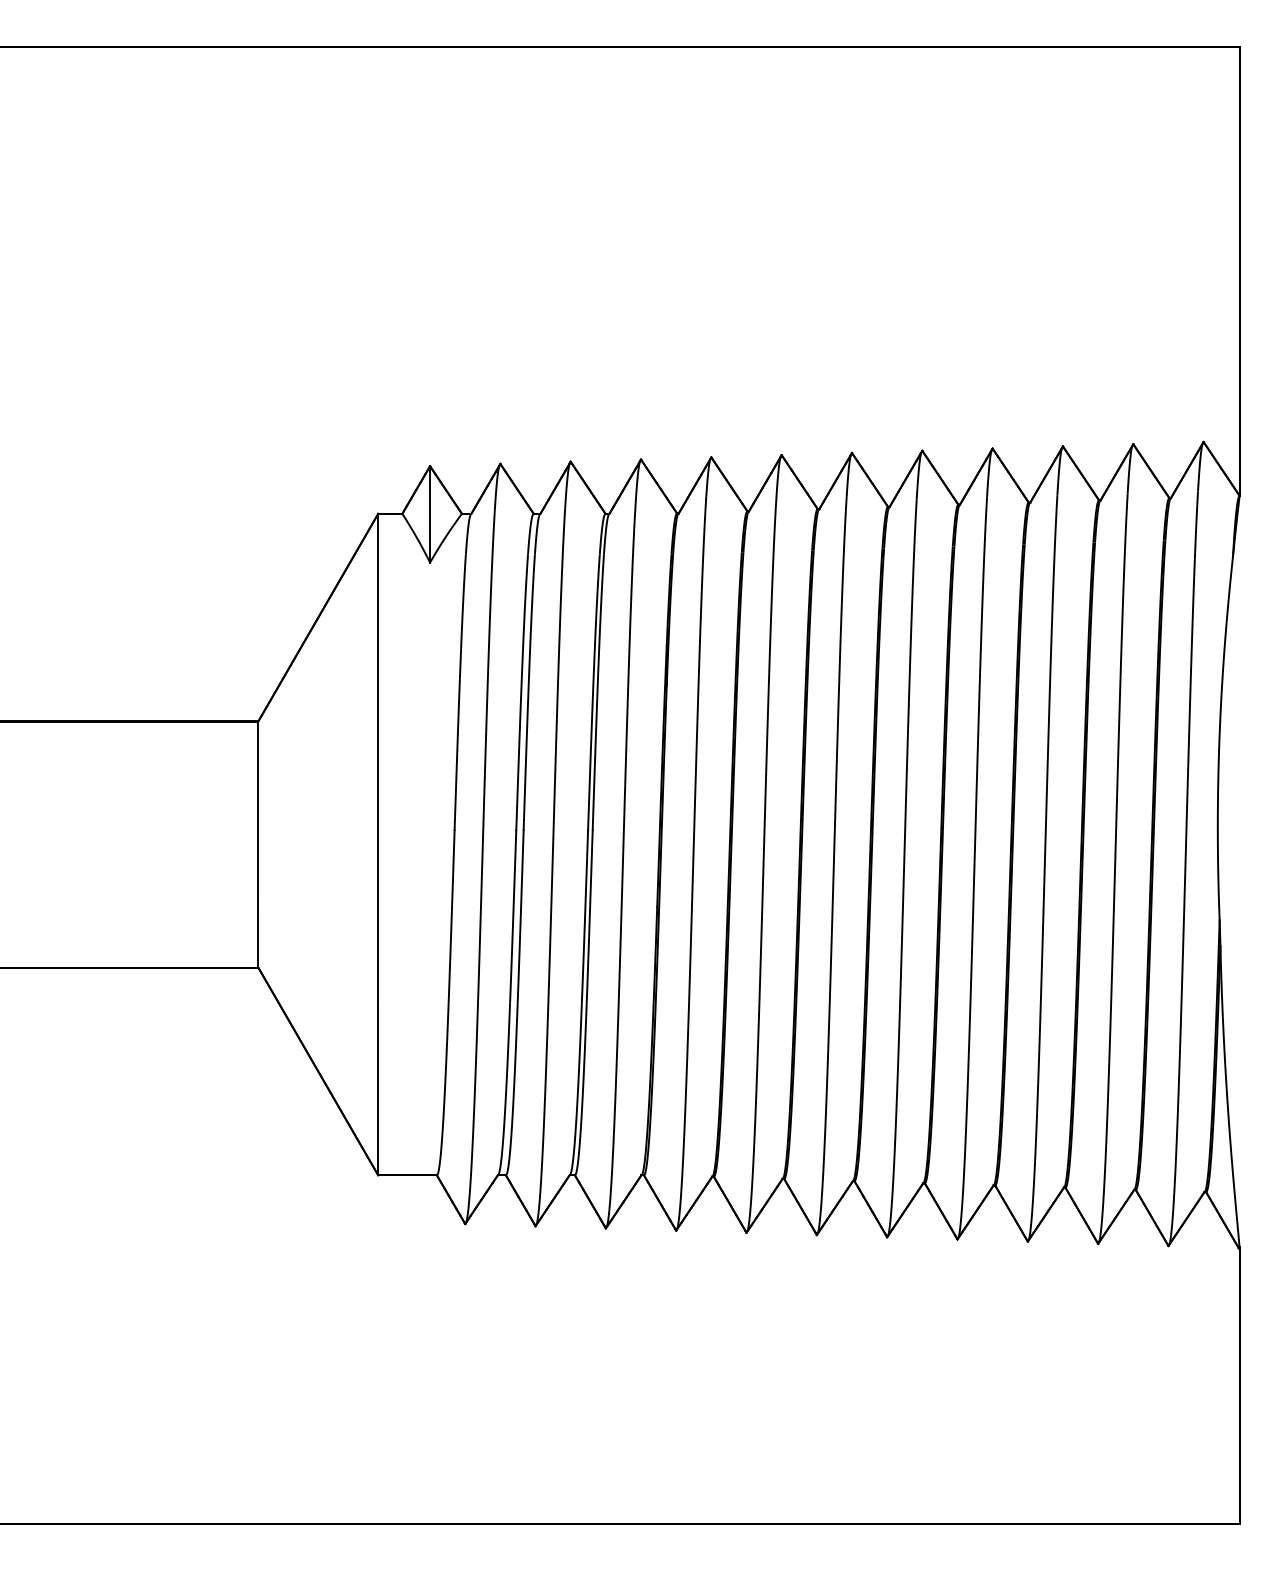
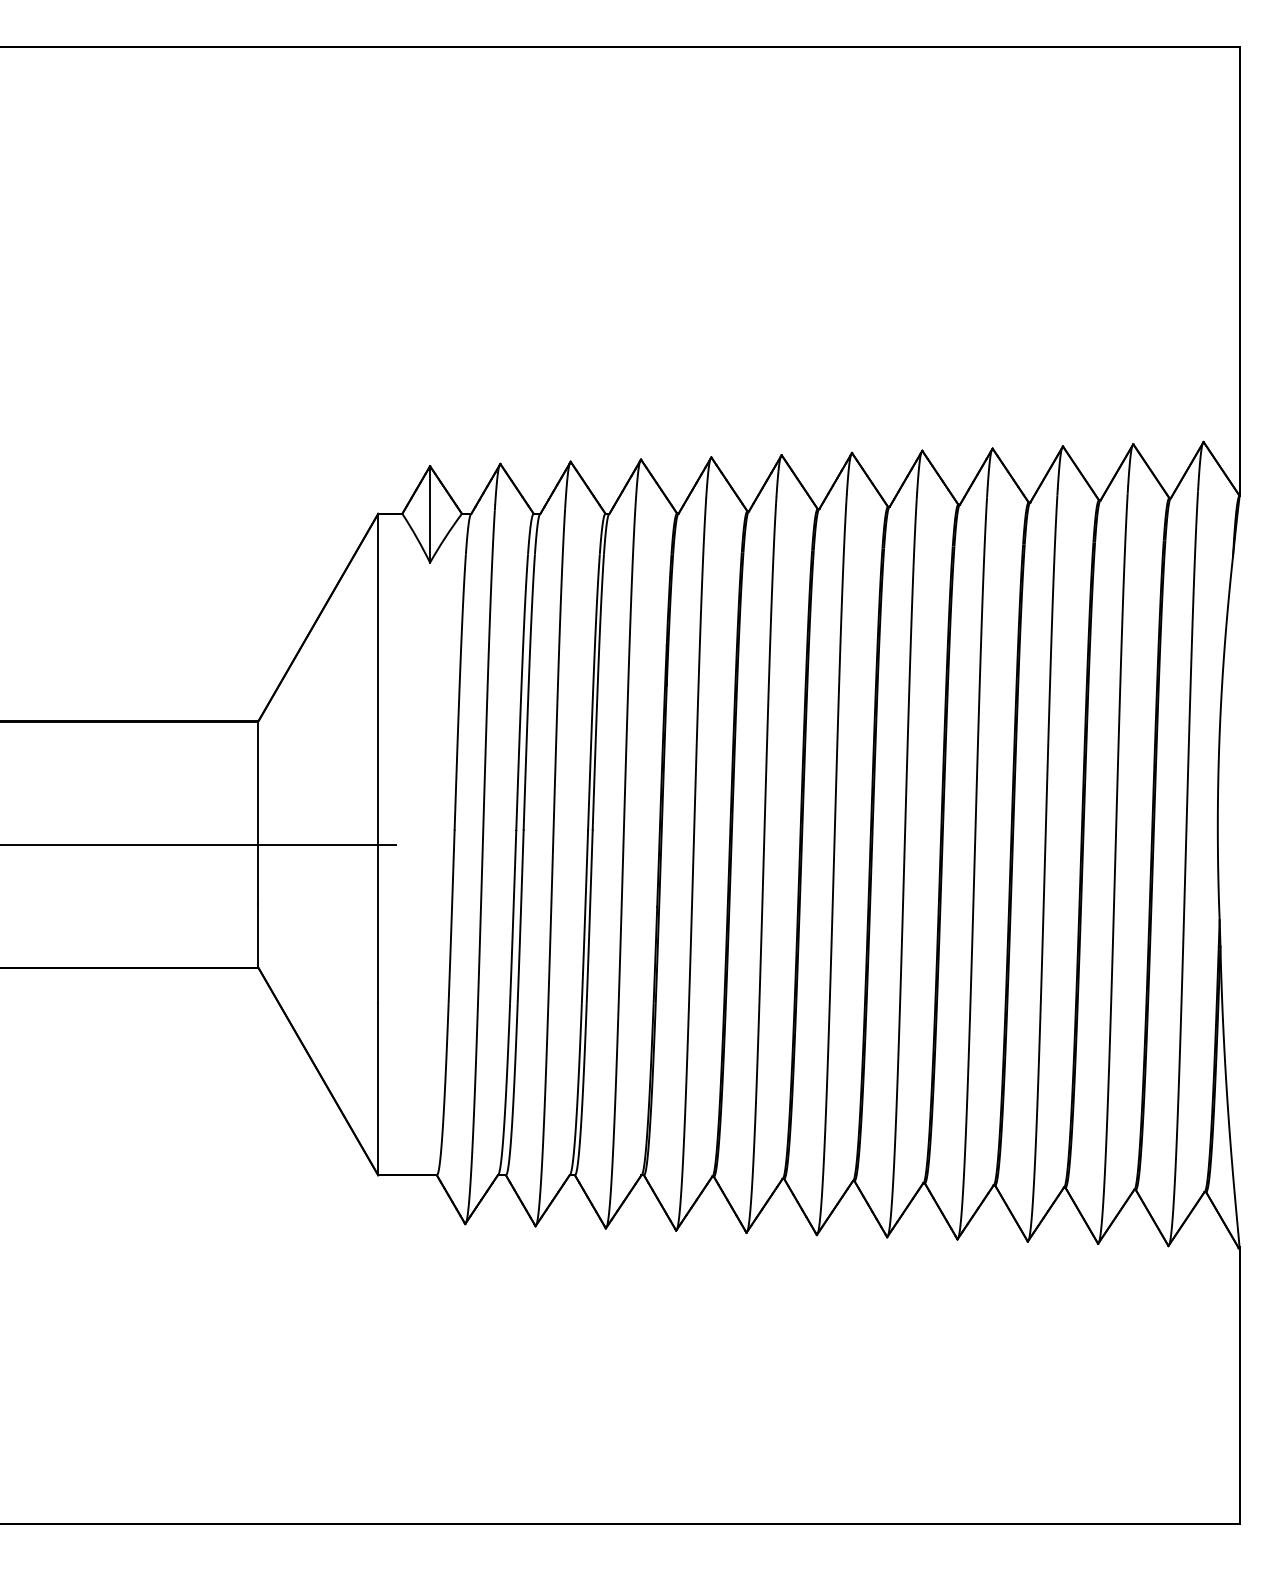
line at (199, 844): none -> present
